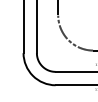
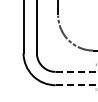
line at (76, 71): solid -> dashed
line at (76, 85): solid -> dashed
